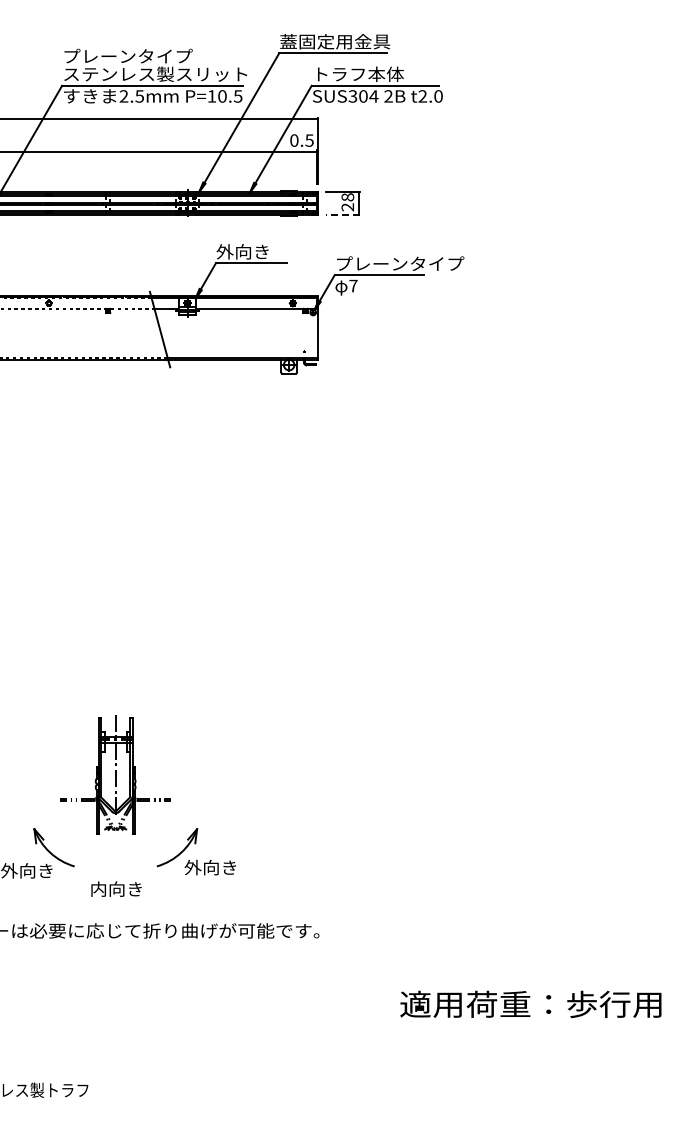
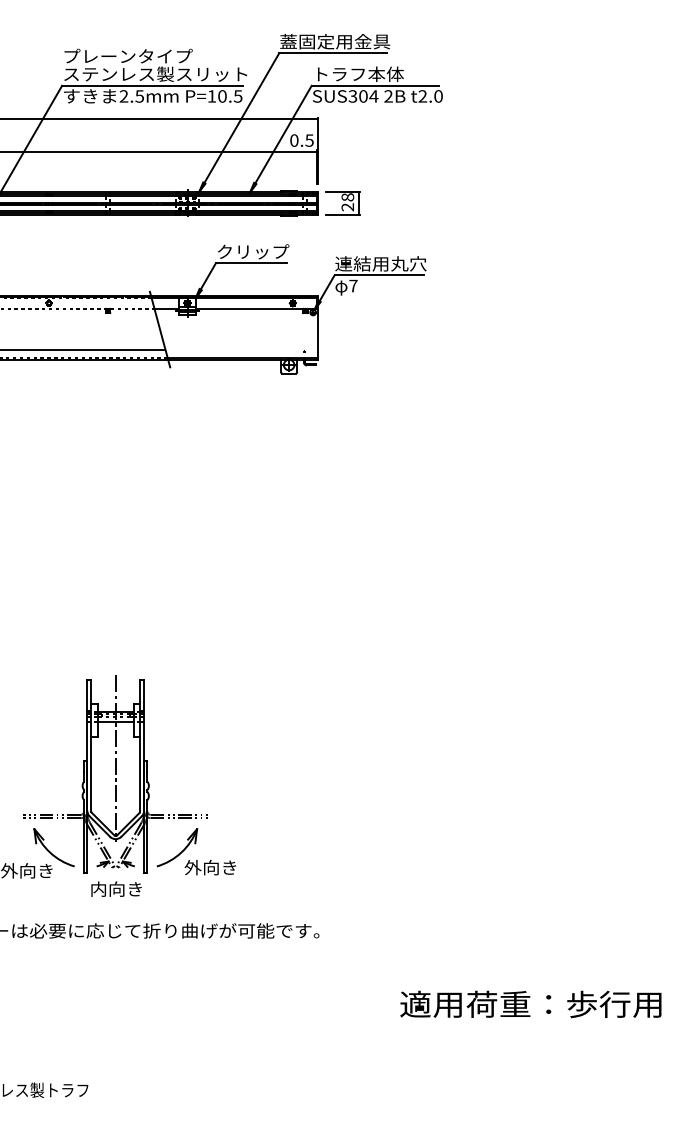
line at (342, 215): dashed -> solid
text at (252, 251): 外向き -> クリップ
text at (399, 263): プレーンタイプ -> 連結用丸穴
line at (83, 349): none -> present
part at (115, 774) size: 111x120 px -> 185x199 px
